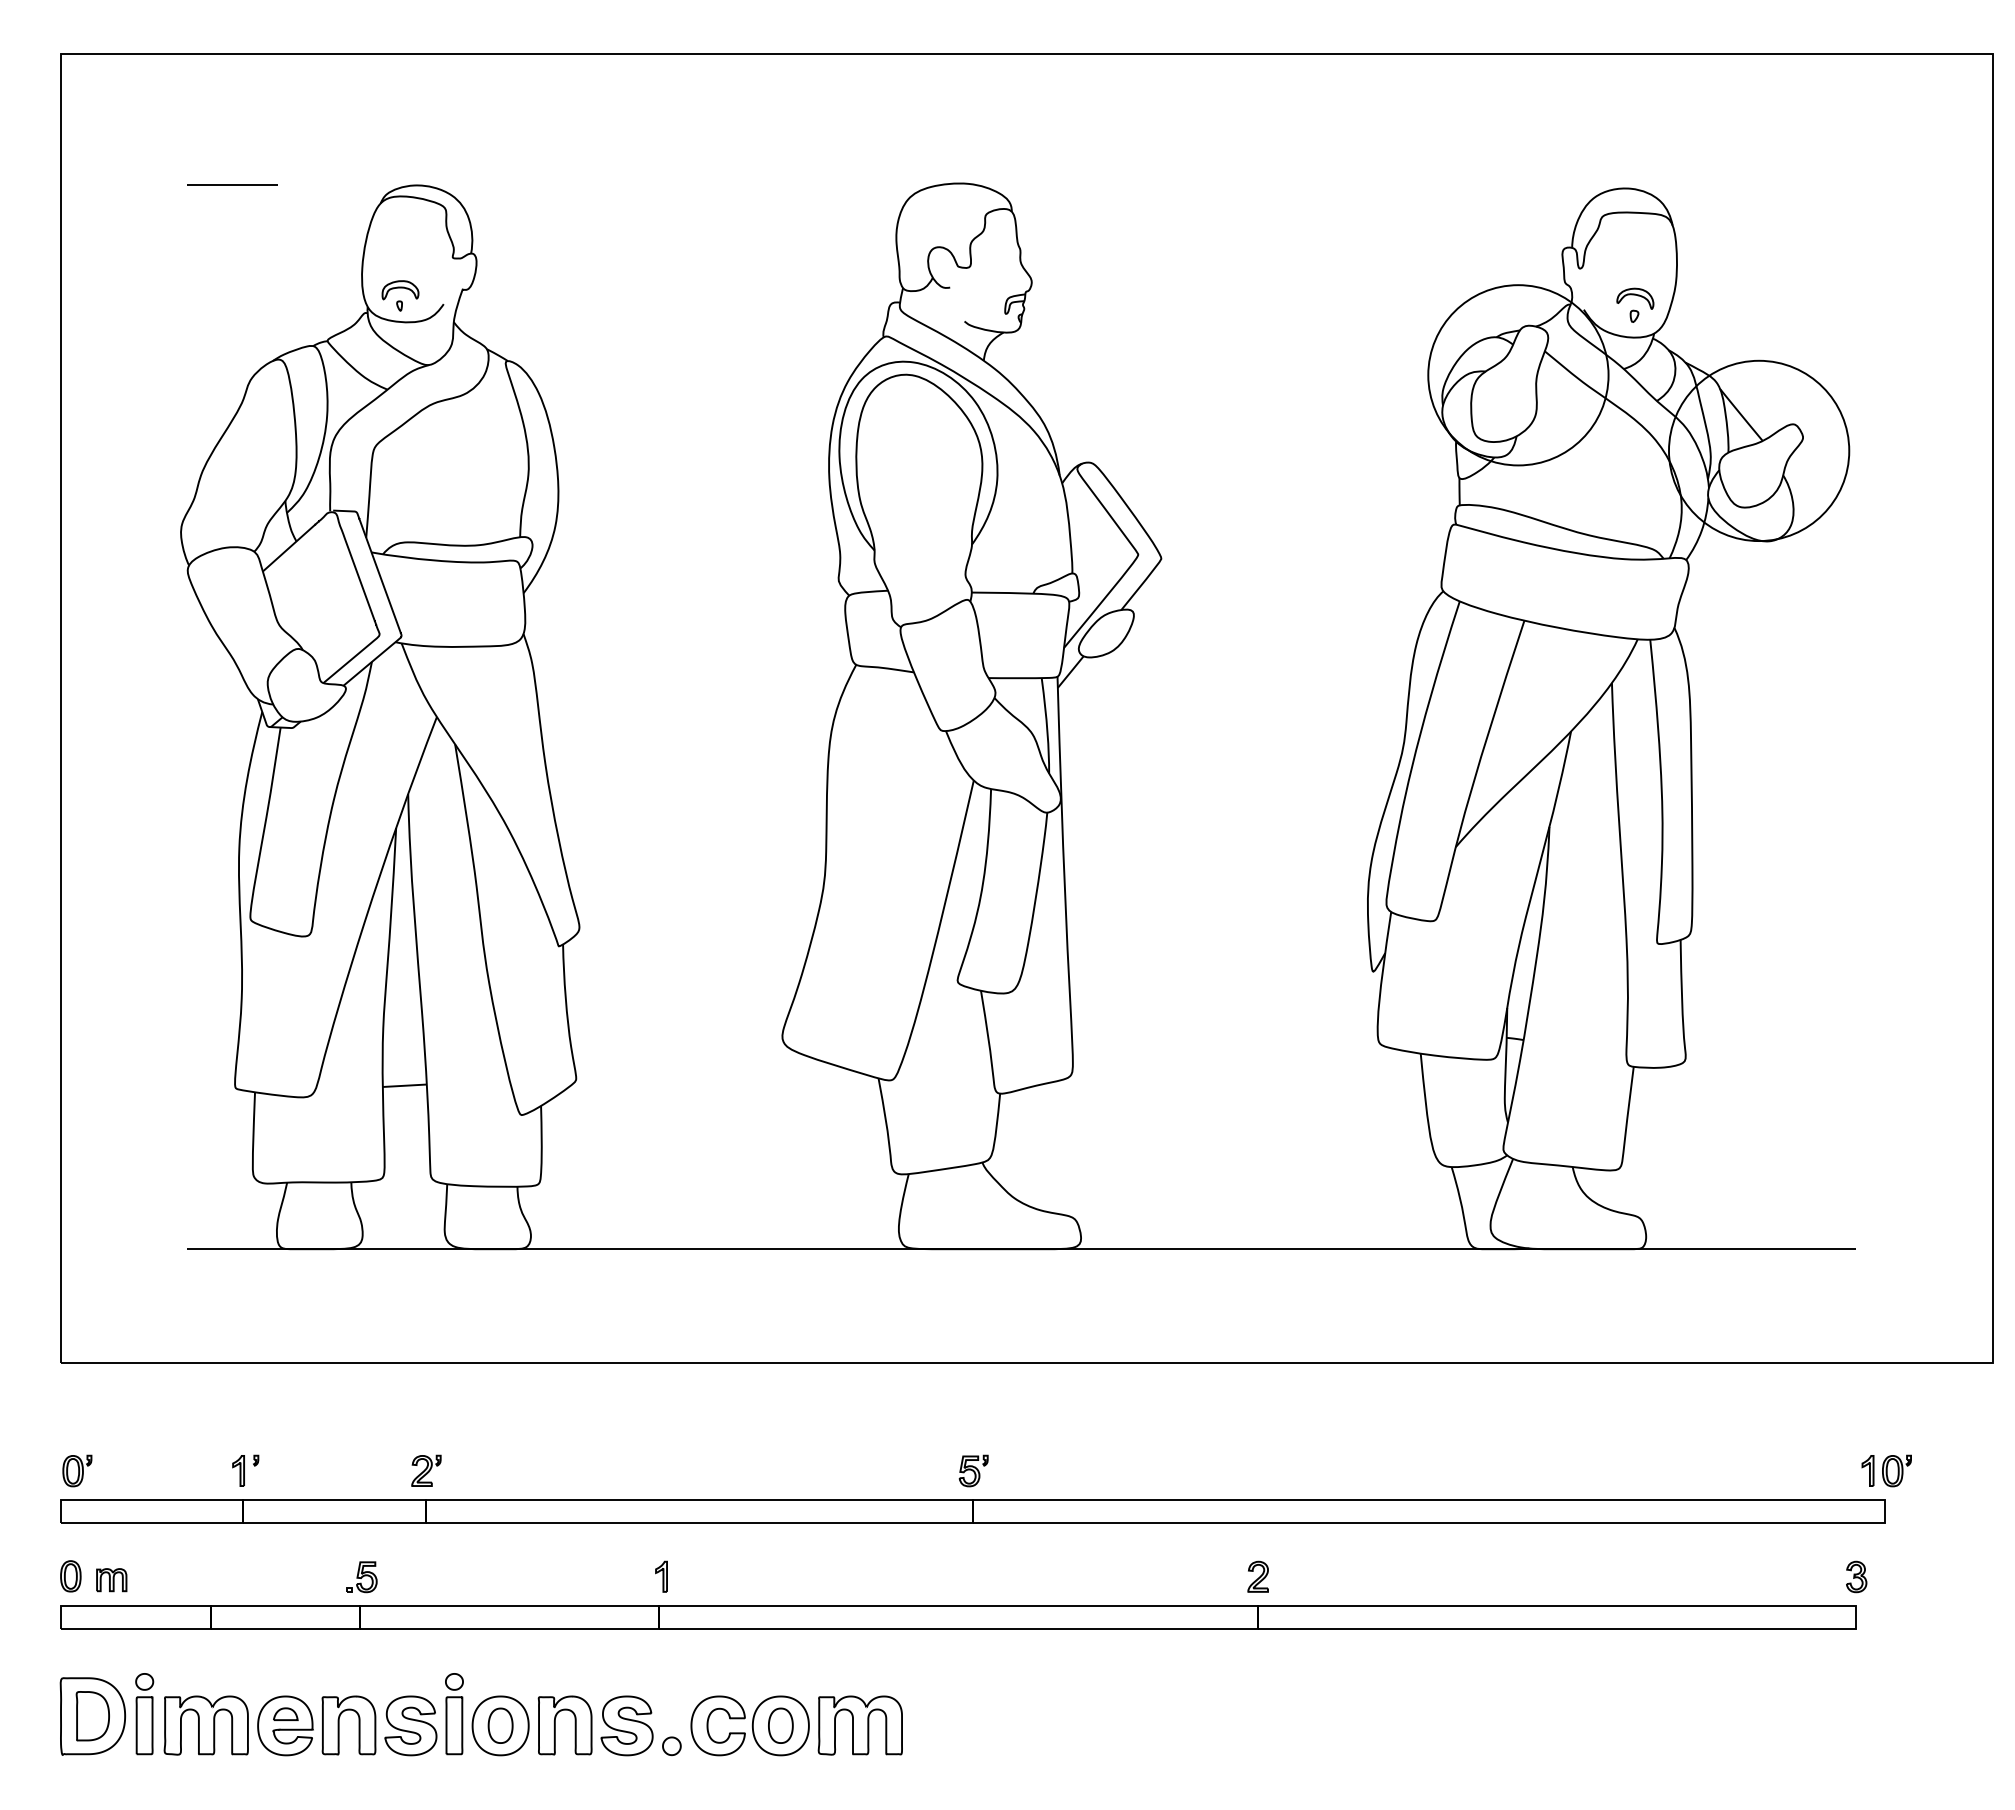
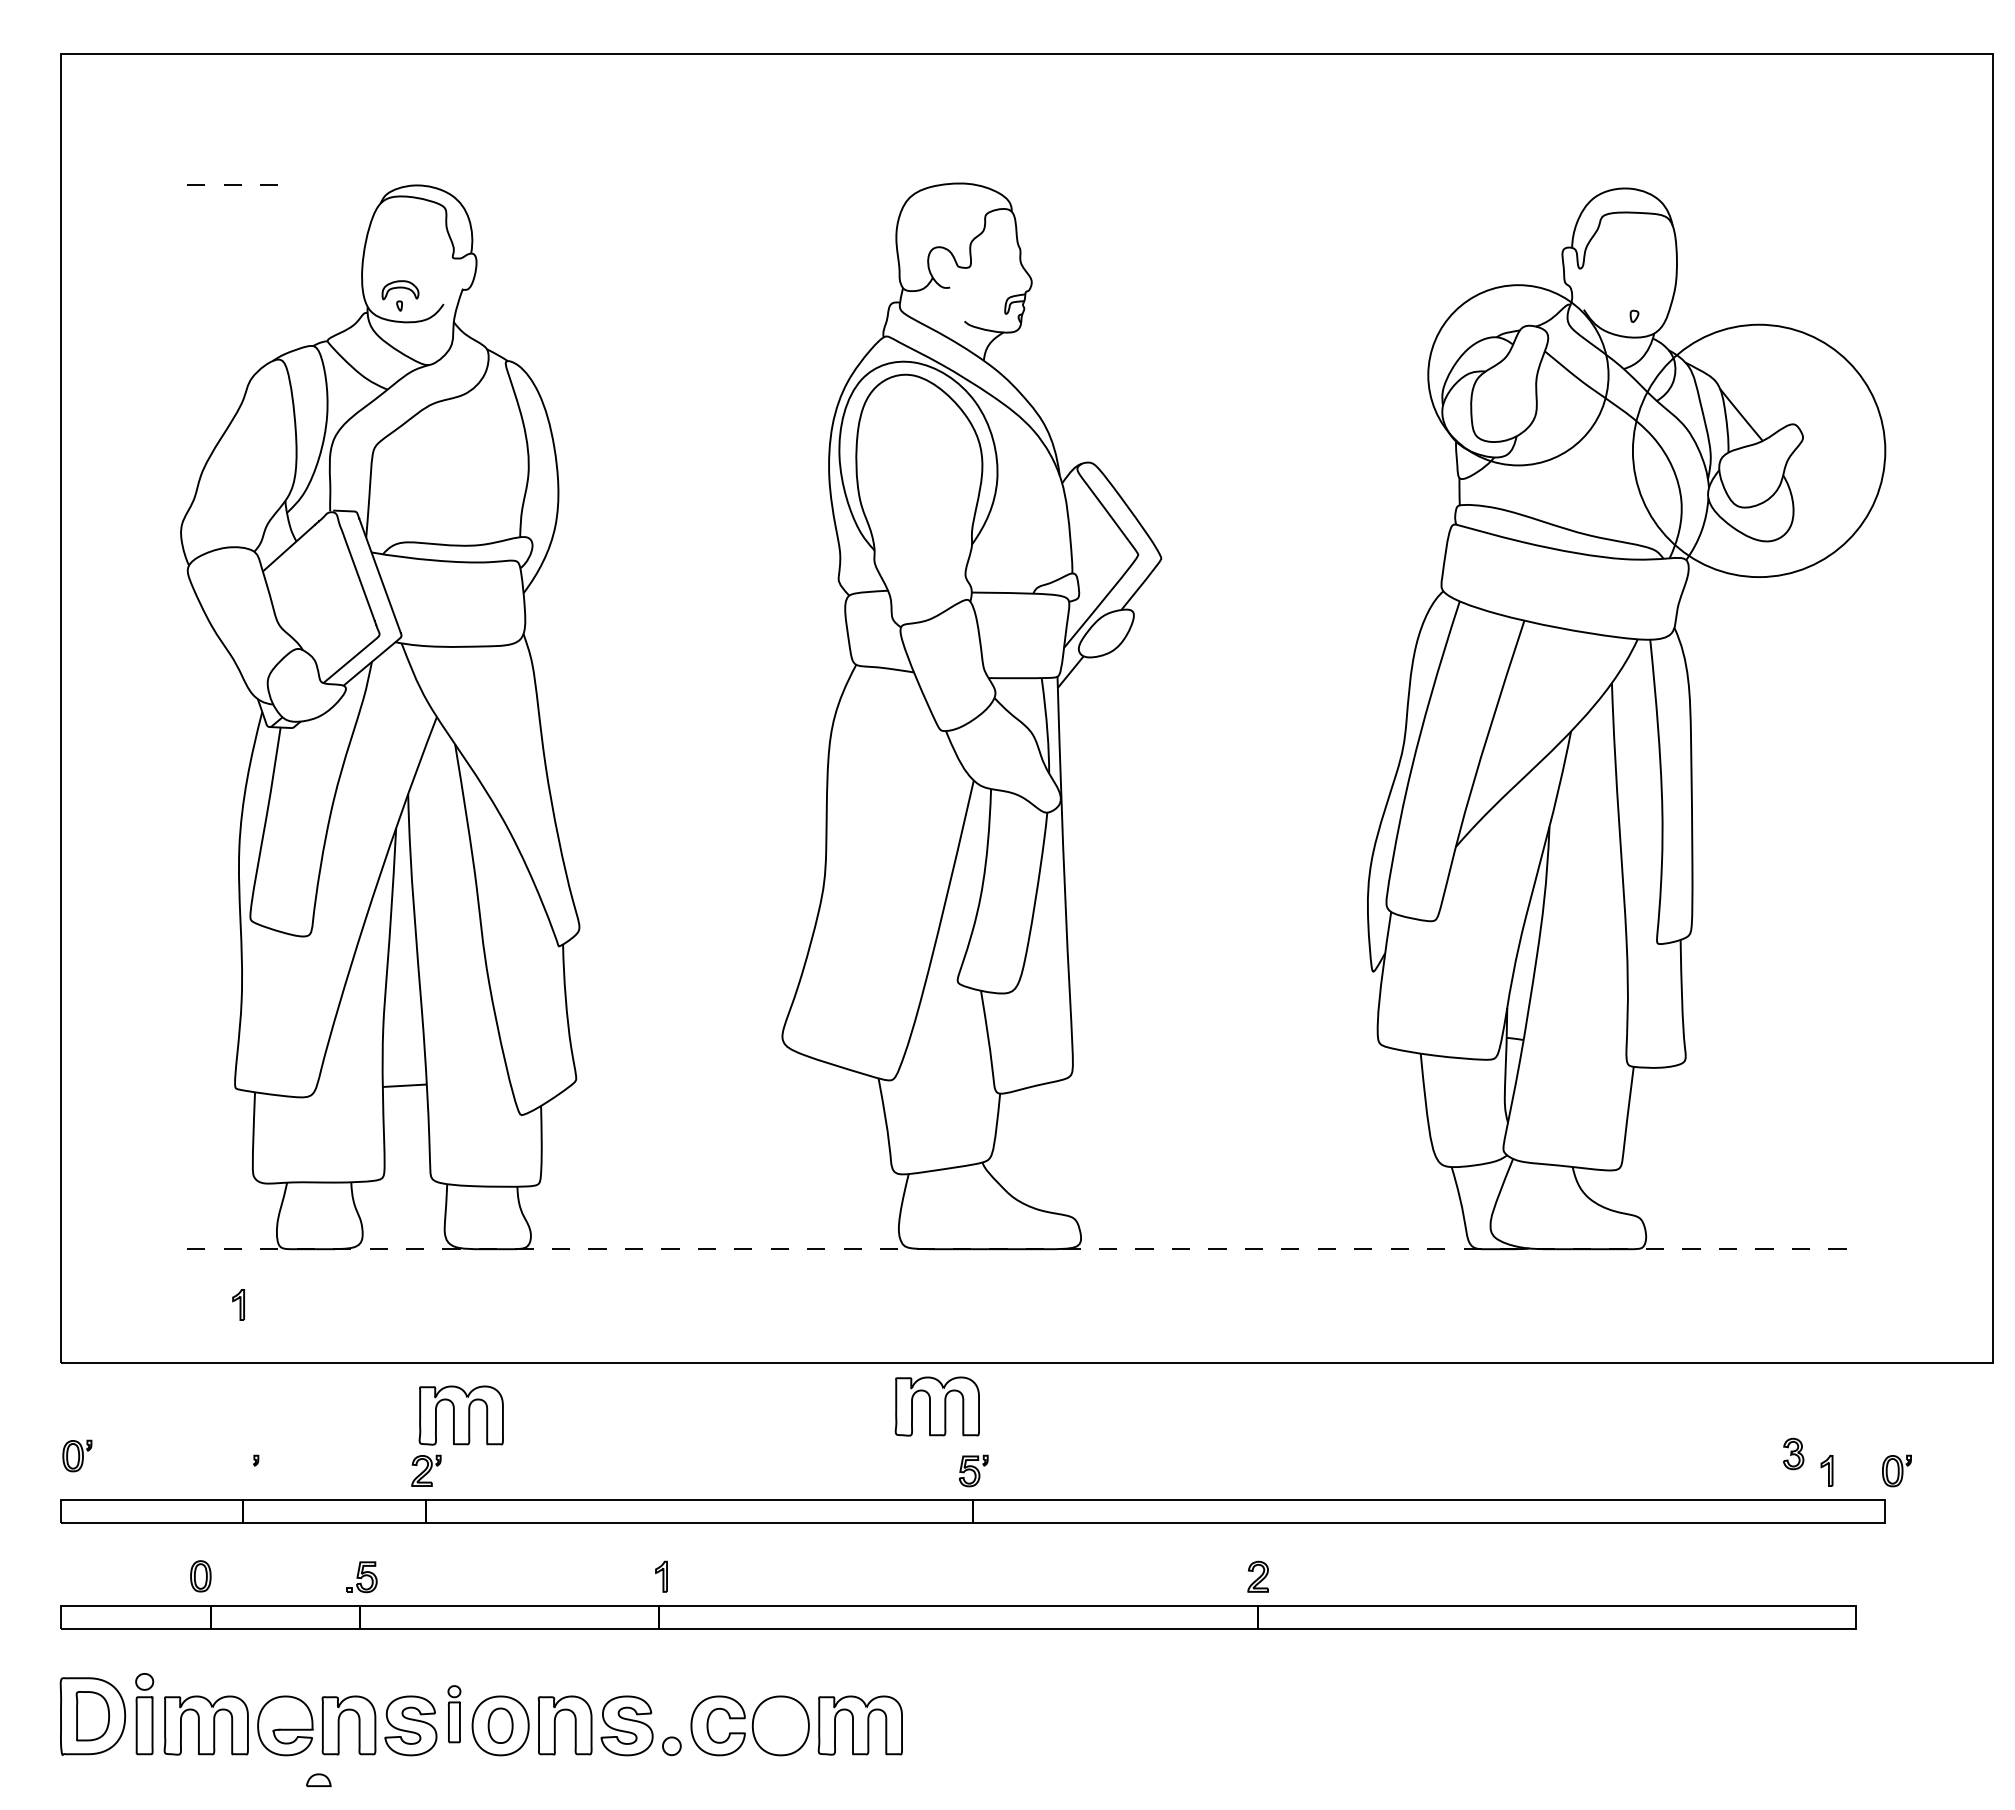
line at (232, 185): solid -> dashed
part at (1635, 298): present -> none
circle at (1758, 450) diameter: 180 px -> 252 px
line at (1021, 1249): solid -> dashed
part at (936, 1406): none -> present
part at (460, 1415): none -> present
part at (77, 1470) position: (77, 1470) -> (77, 1455)
part at (238, 1470) position: (238, 1470) -> (238, 1304)
part at (1867, 1470) position: (1867, 1470) -> (1826, 1470)
part at (70, 1576) position: (70, 1576) -> (200, 1576)
part at (1856, 1576) position: (1856, 1576) -> (1793, 1453)
part at (111, 1580): present -> none
part at (285, 1713) position: (285, 1713) -> (318, 1779)
part at (454, 1714) size: 19x83 px -> 15x59 px
part at (780, 1725): present -> none
